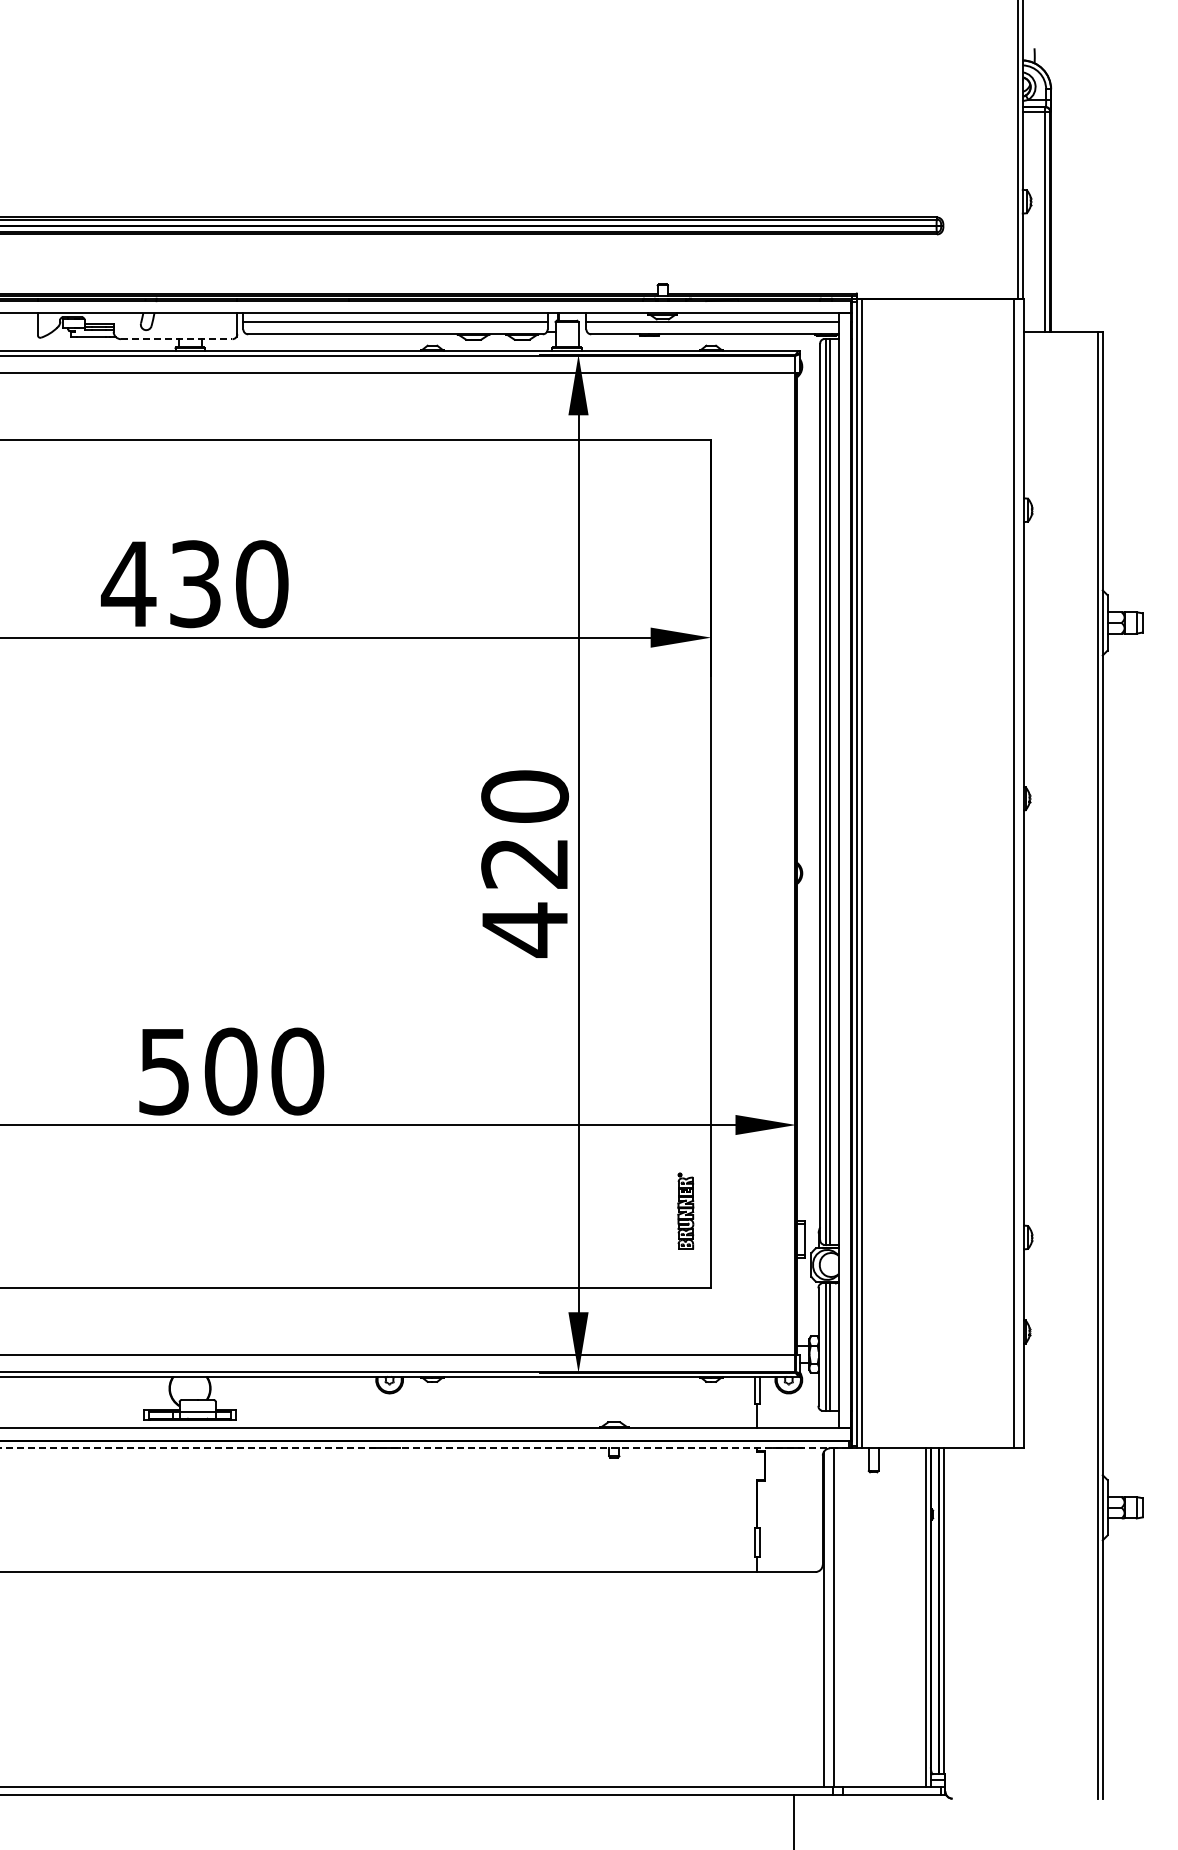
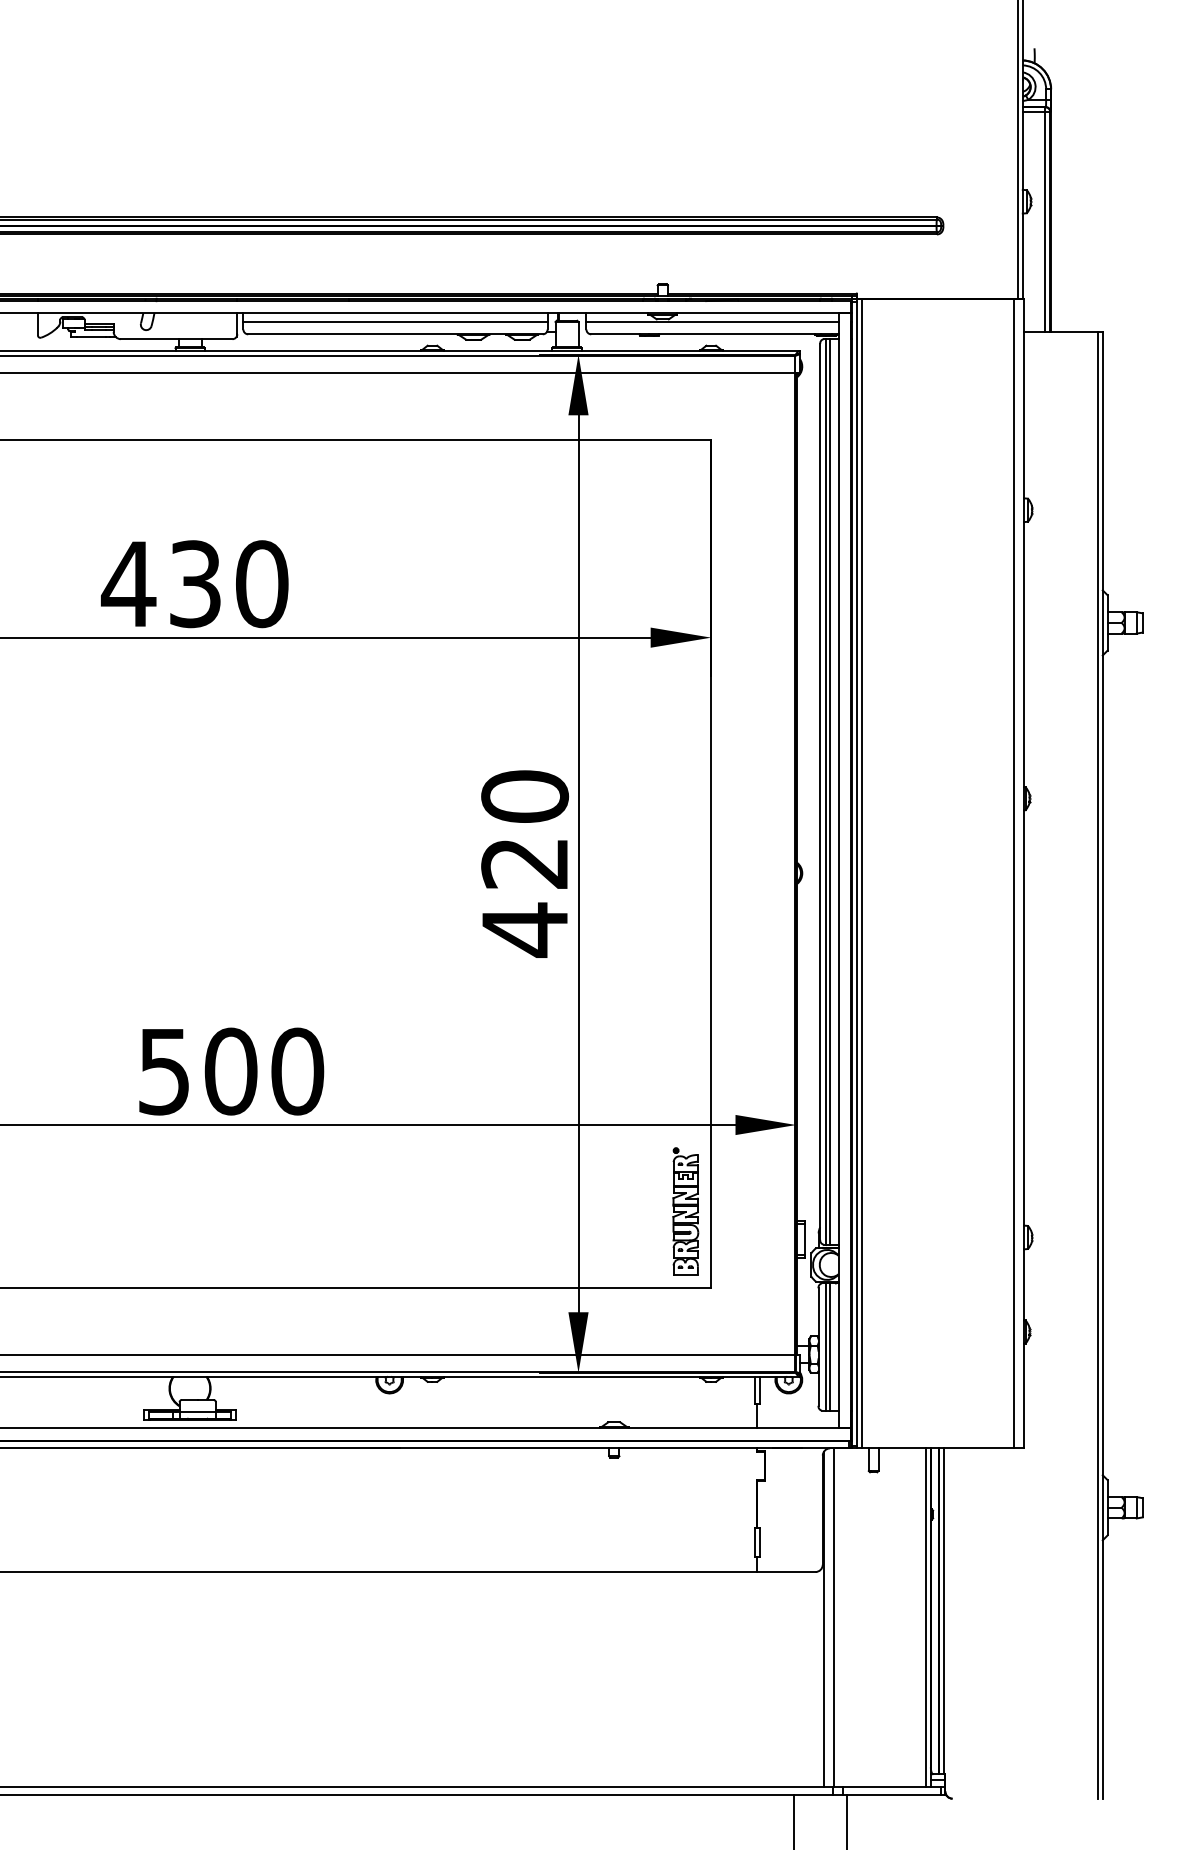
line at (176, 339): dashed -> solid
part at (685, 1210) size: 18x78 px -> 28x129 px
line at (423, 1448): dashed -> solid
line at (847, 1820): none -> present
